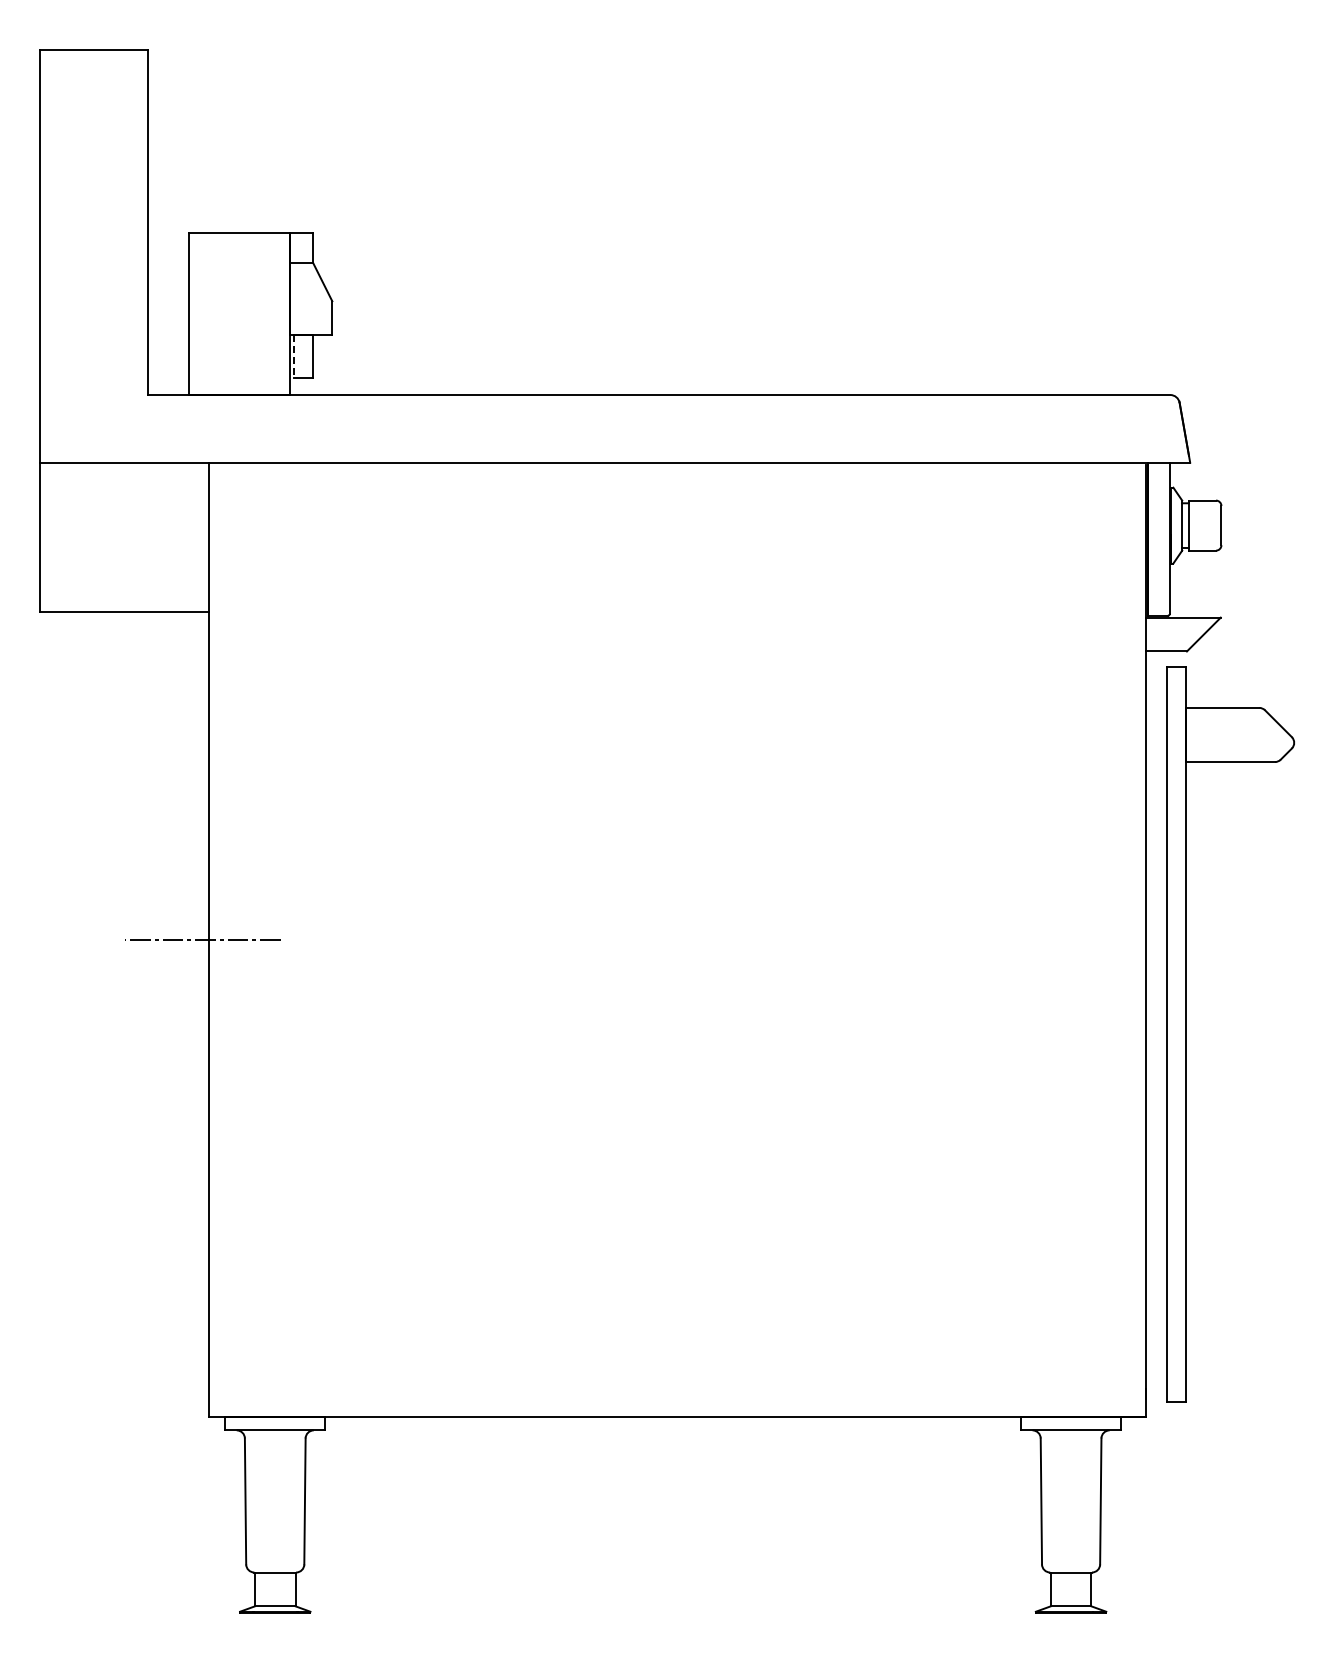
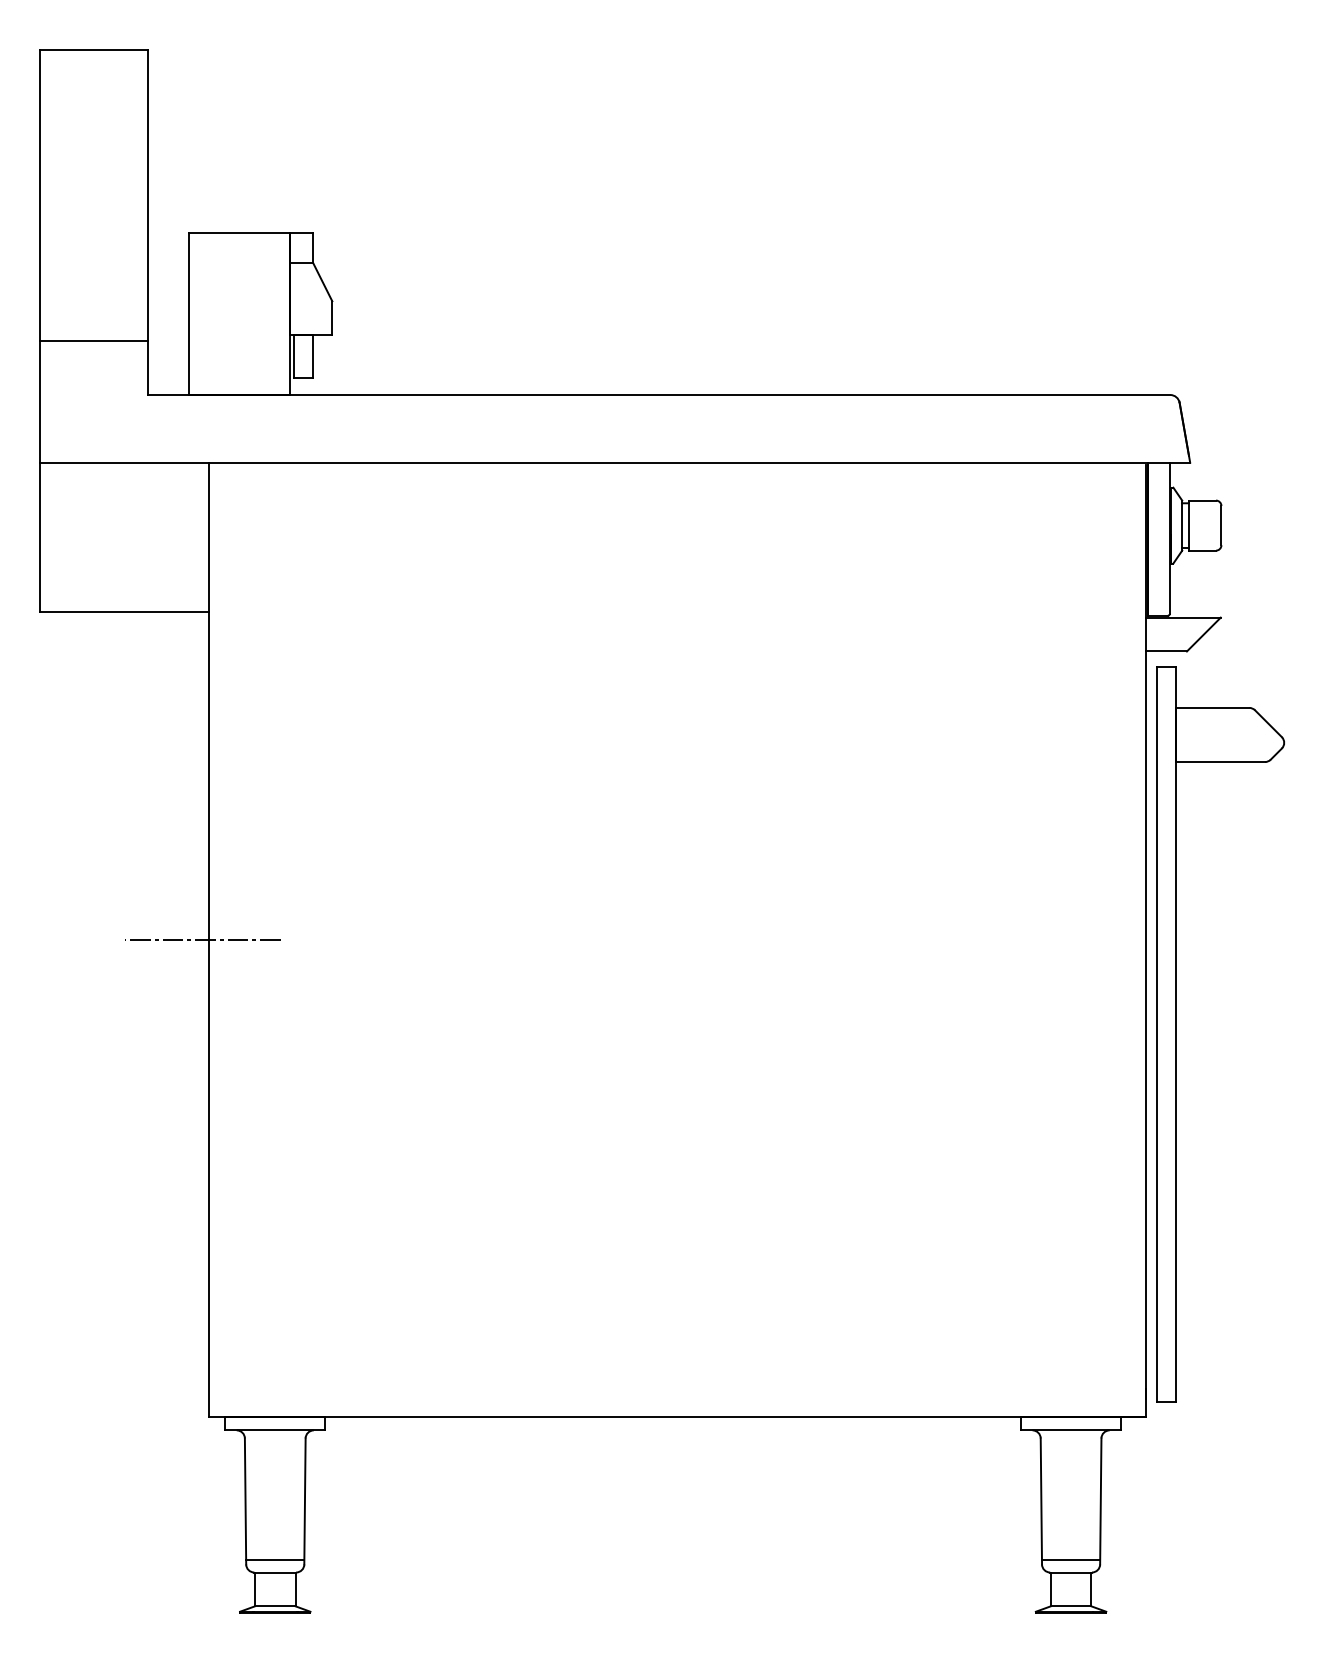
line at (93, 340): none -> present
line at (294, 356): dashed -> solid
part at (1186, 1034) position: (1186, 1034) -> (1176, 1034)
line at (275, 1560): none -> present
line at (1070, 1560): none -> present
